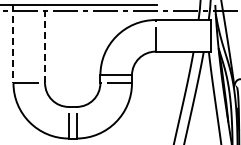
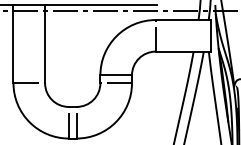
line at (45, 43): dashed -> solid
line at (13, 44): dashed -> solid
